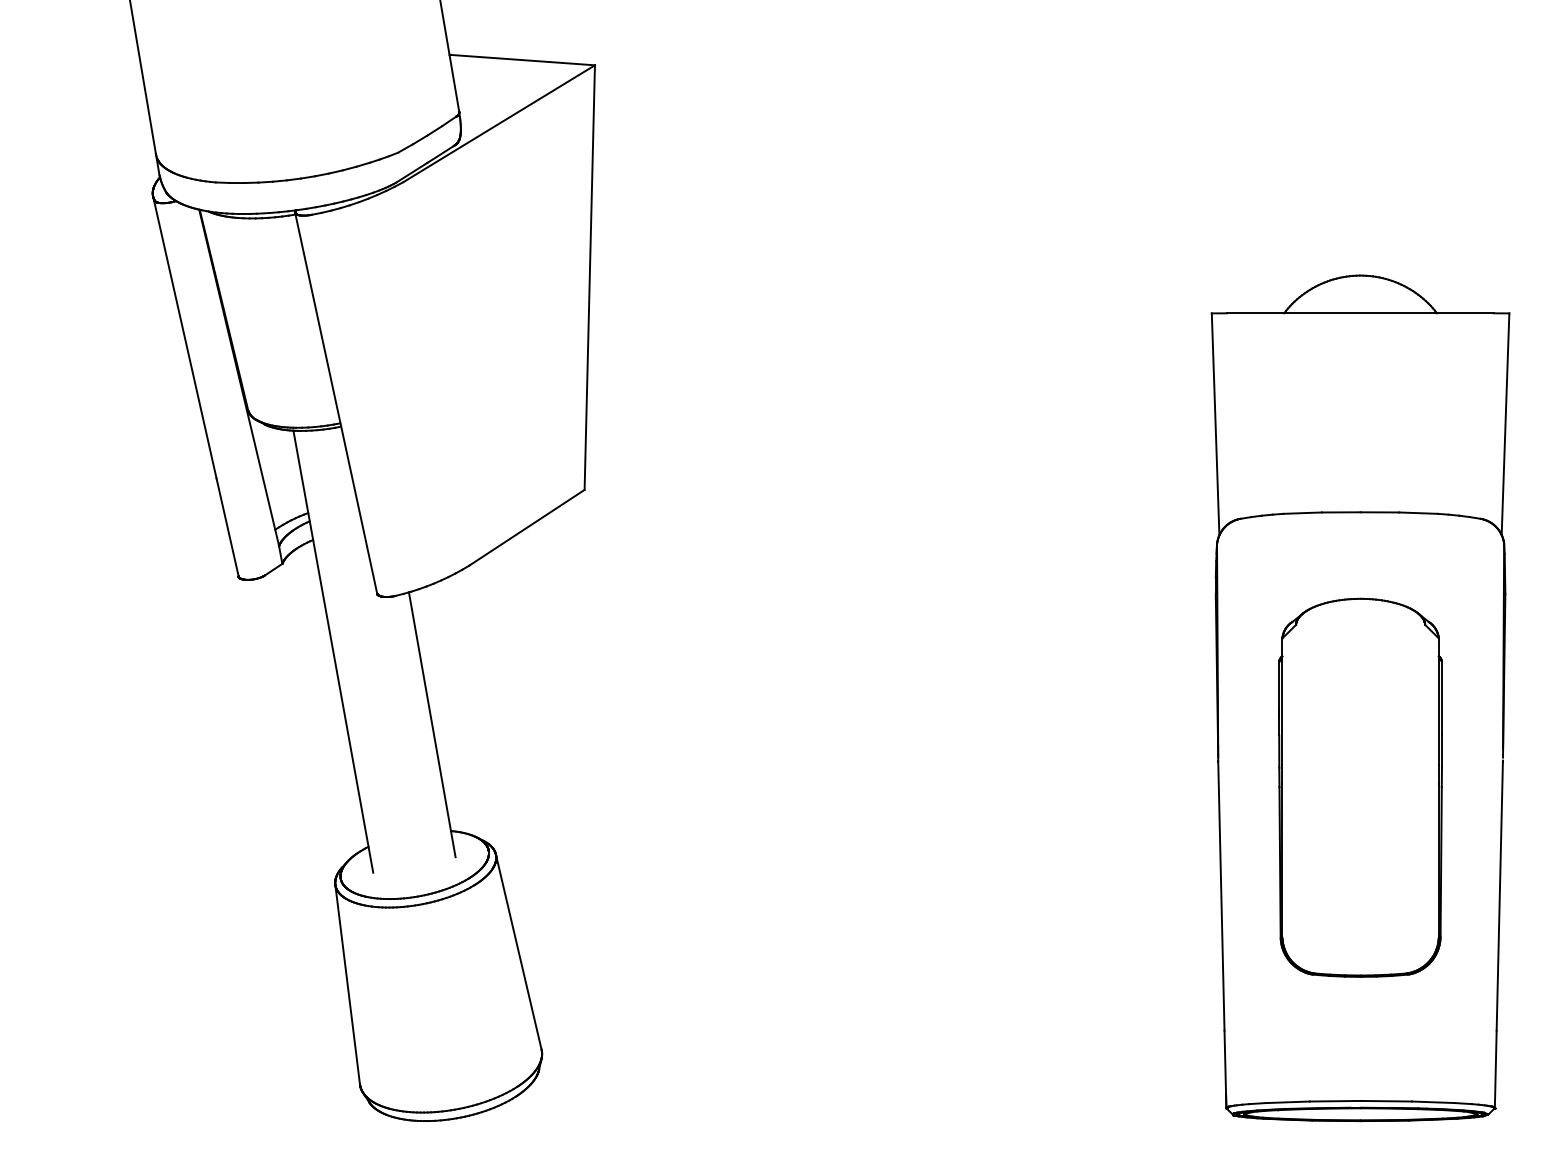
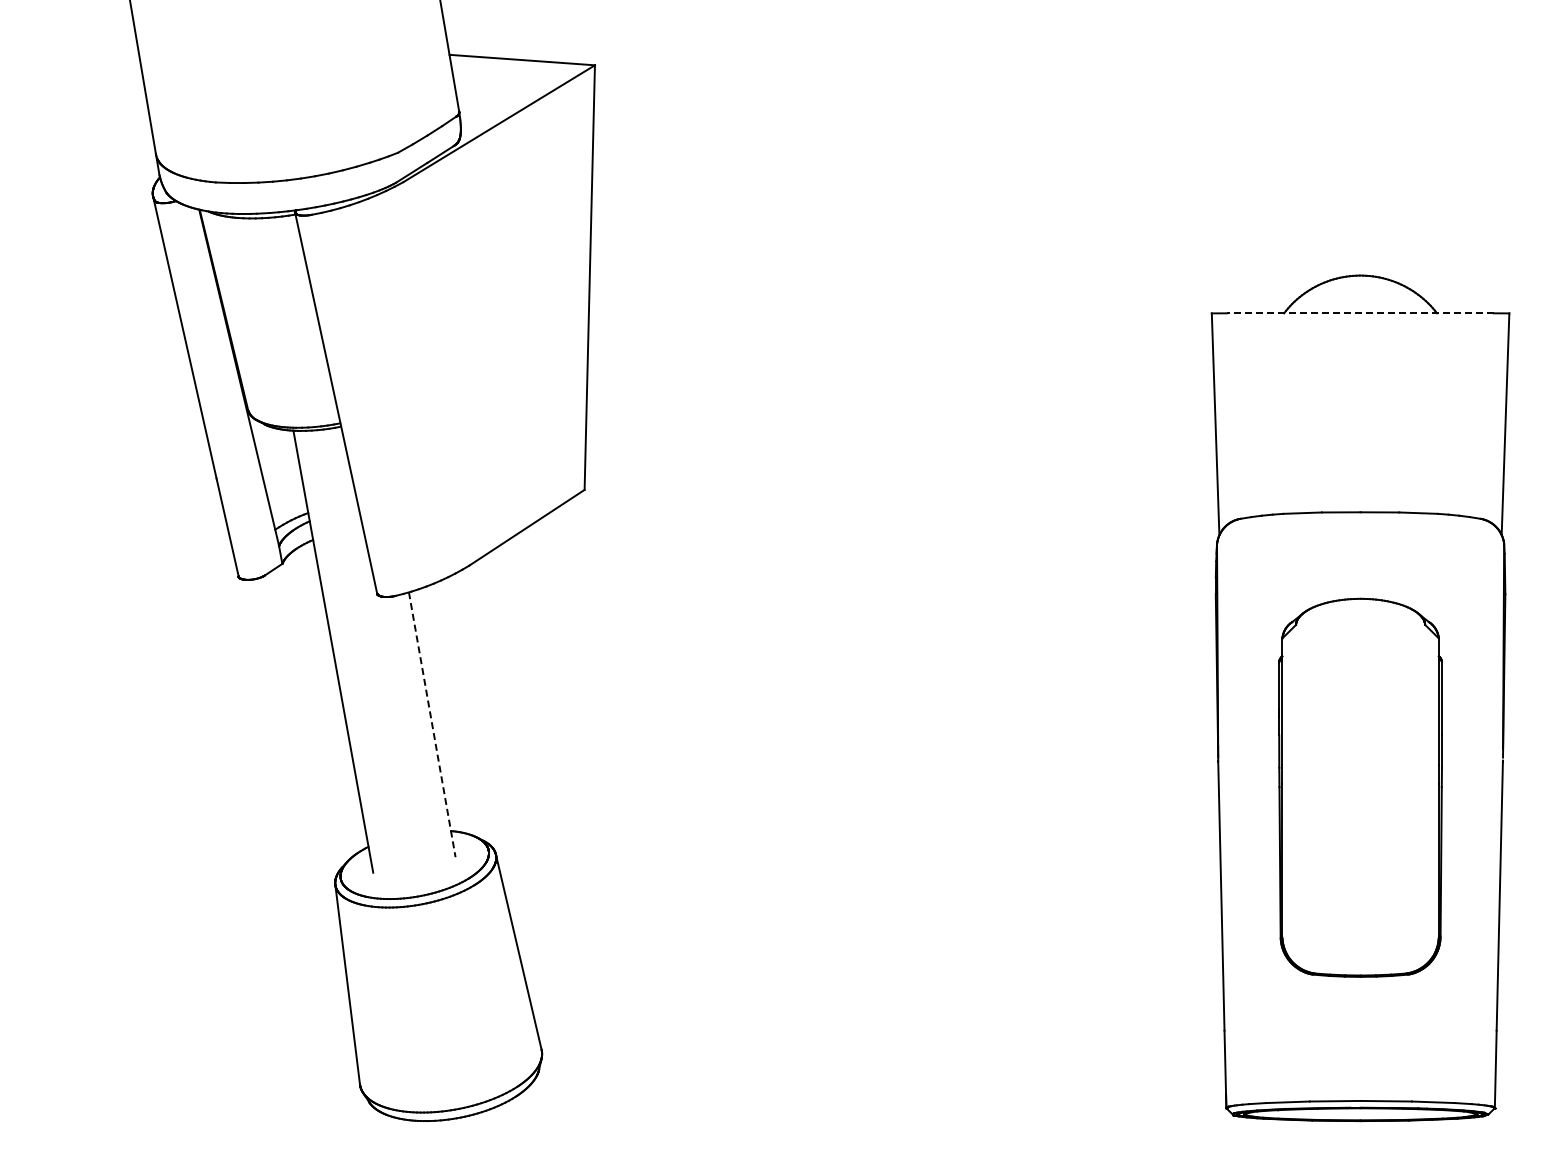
line at (1360, 313): solid -> dashed
line at (432, 724): solid -> dashed
